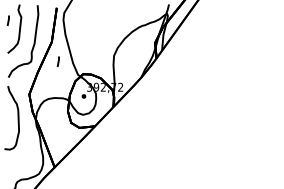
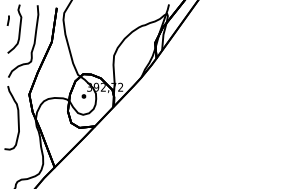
part at (57, 61): present -> none
